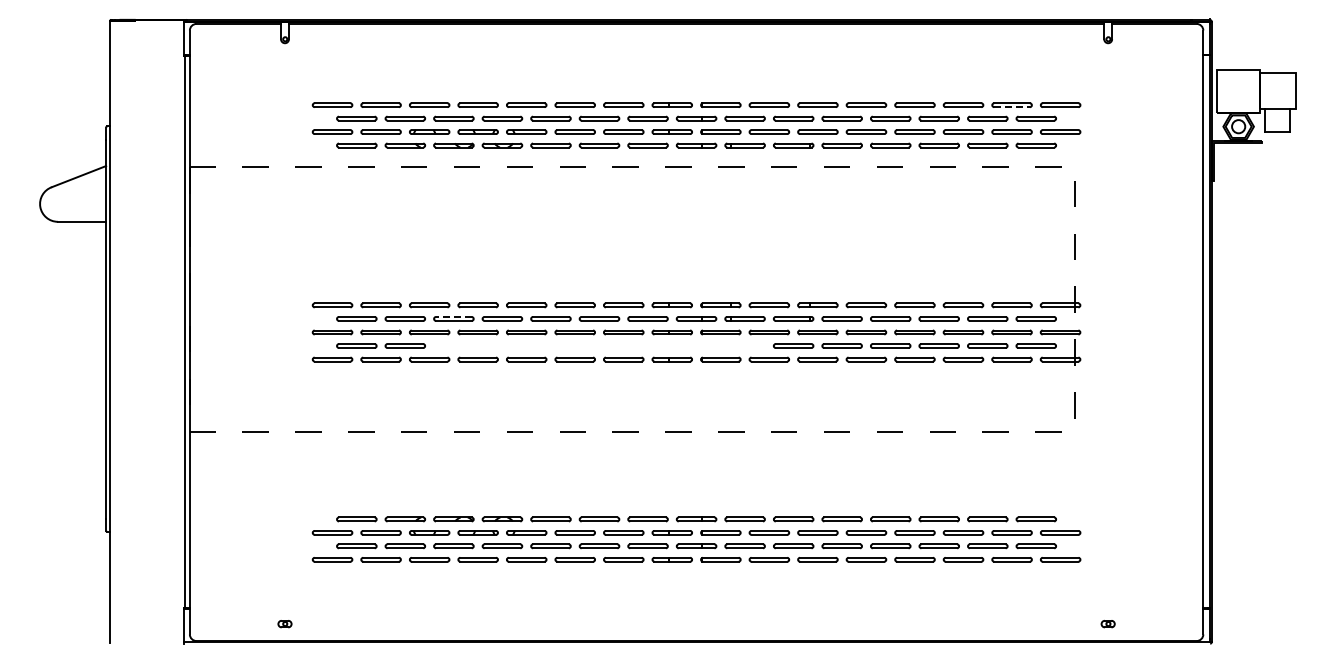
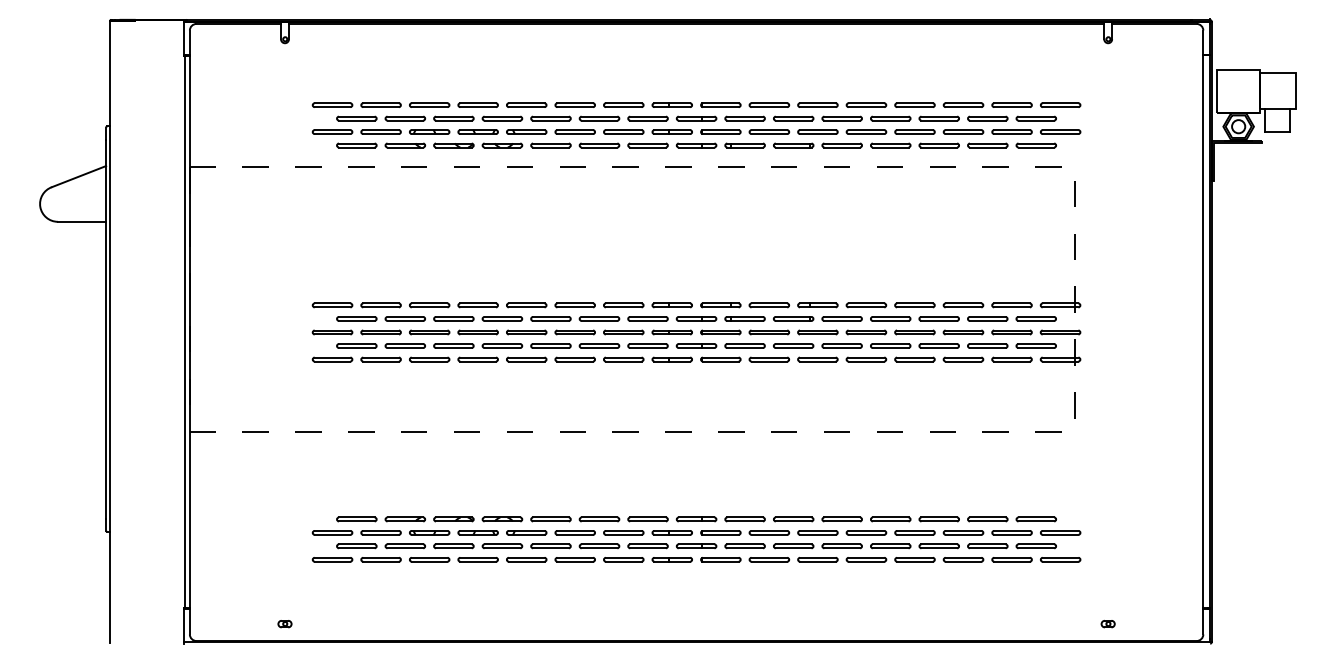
line at (1012, 107): dashed -> solid
line at (453, 316): dashed -> solid
part at (599, 345): none -> present
